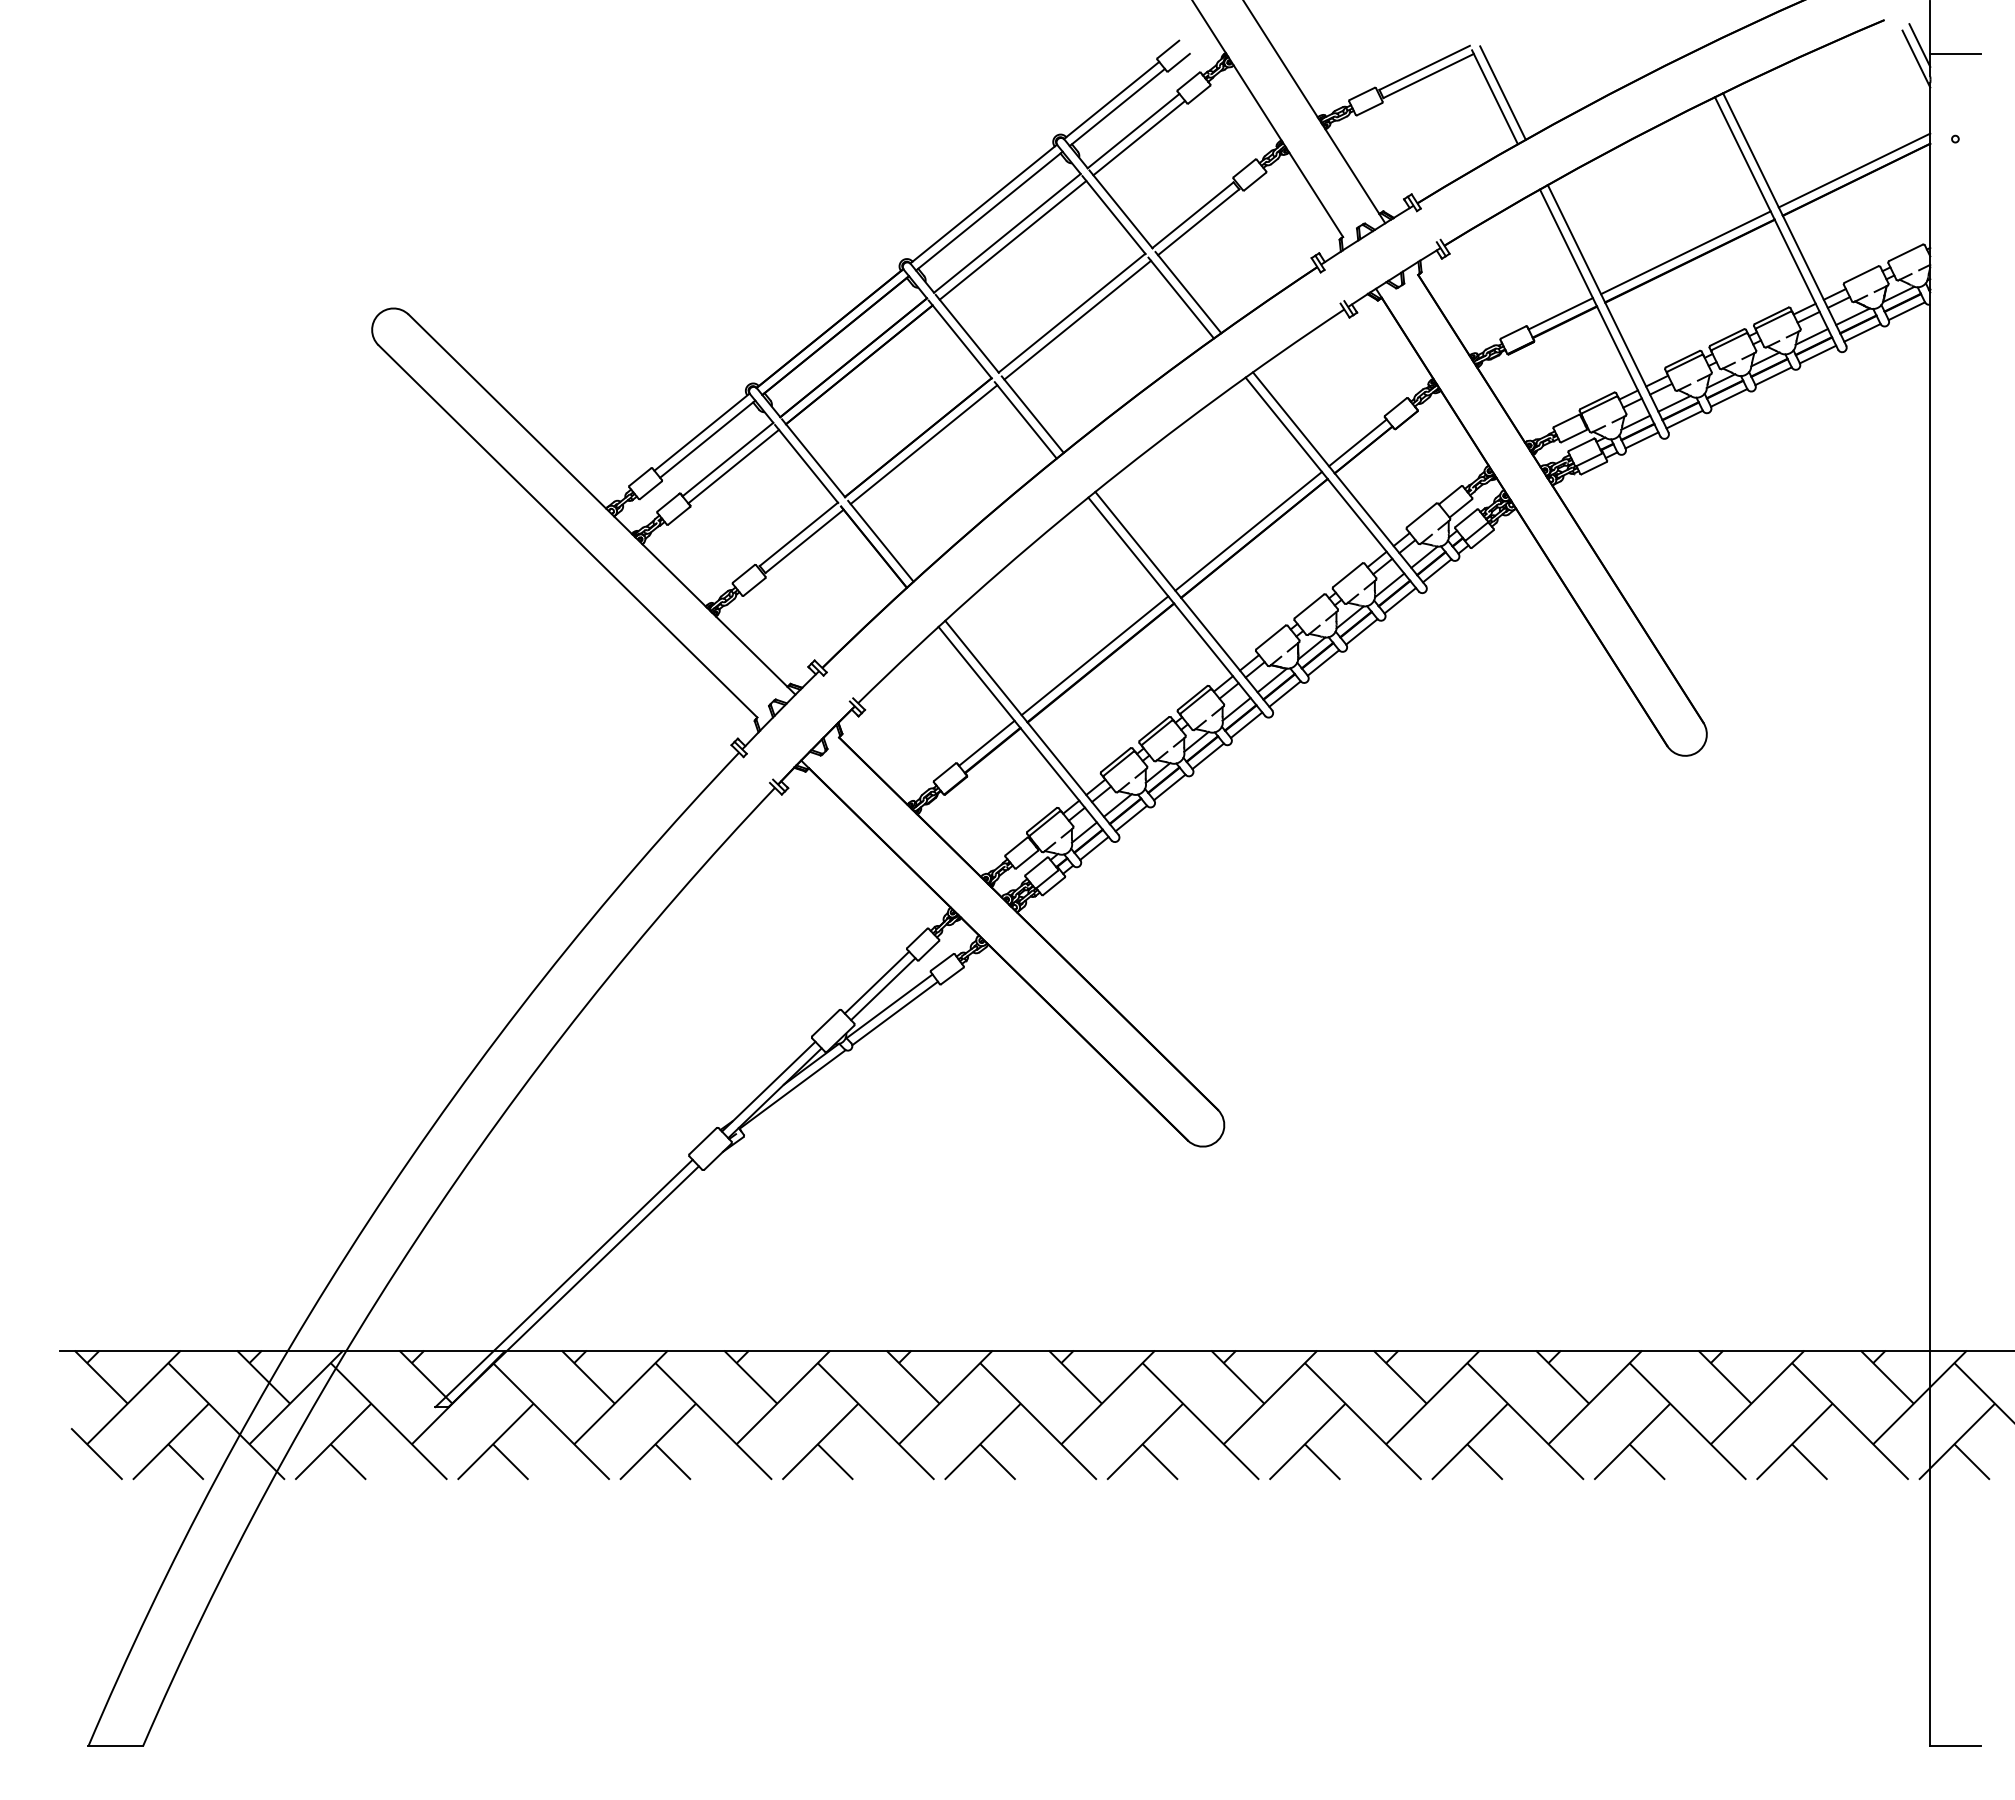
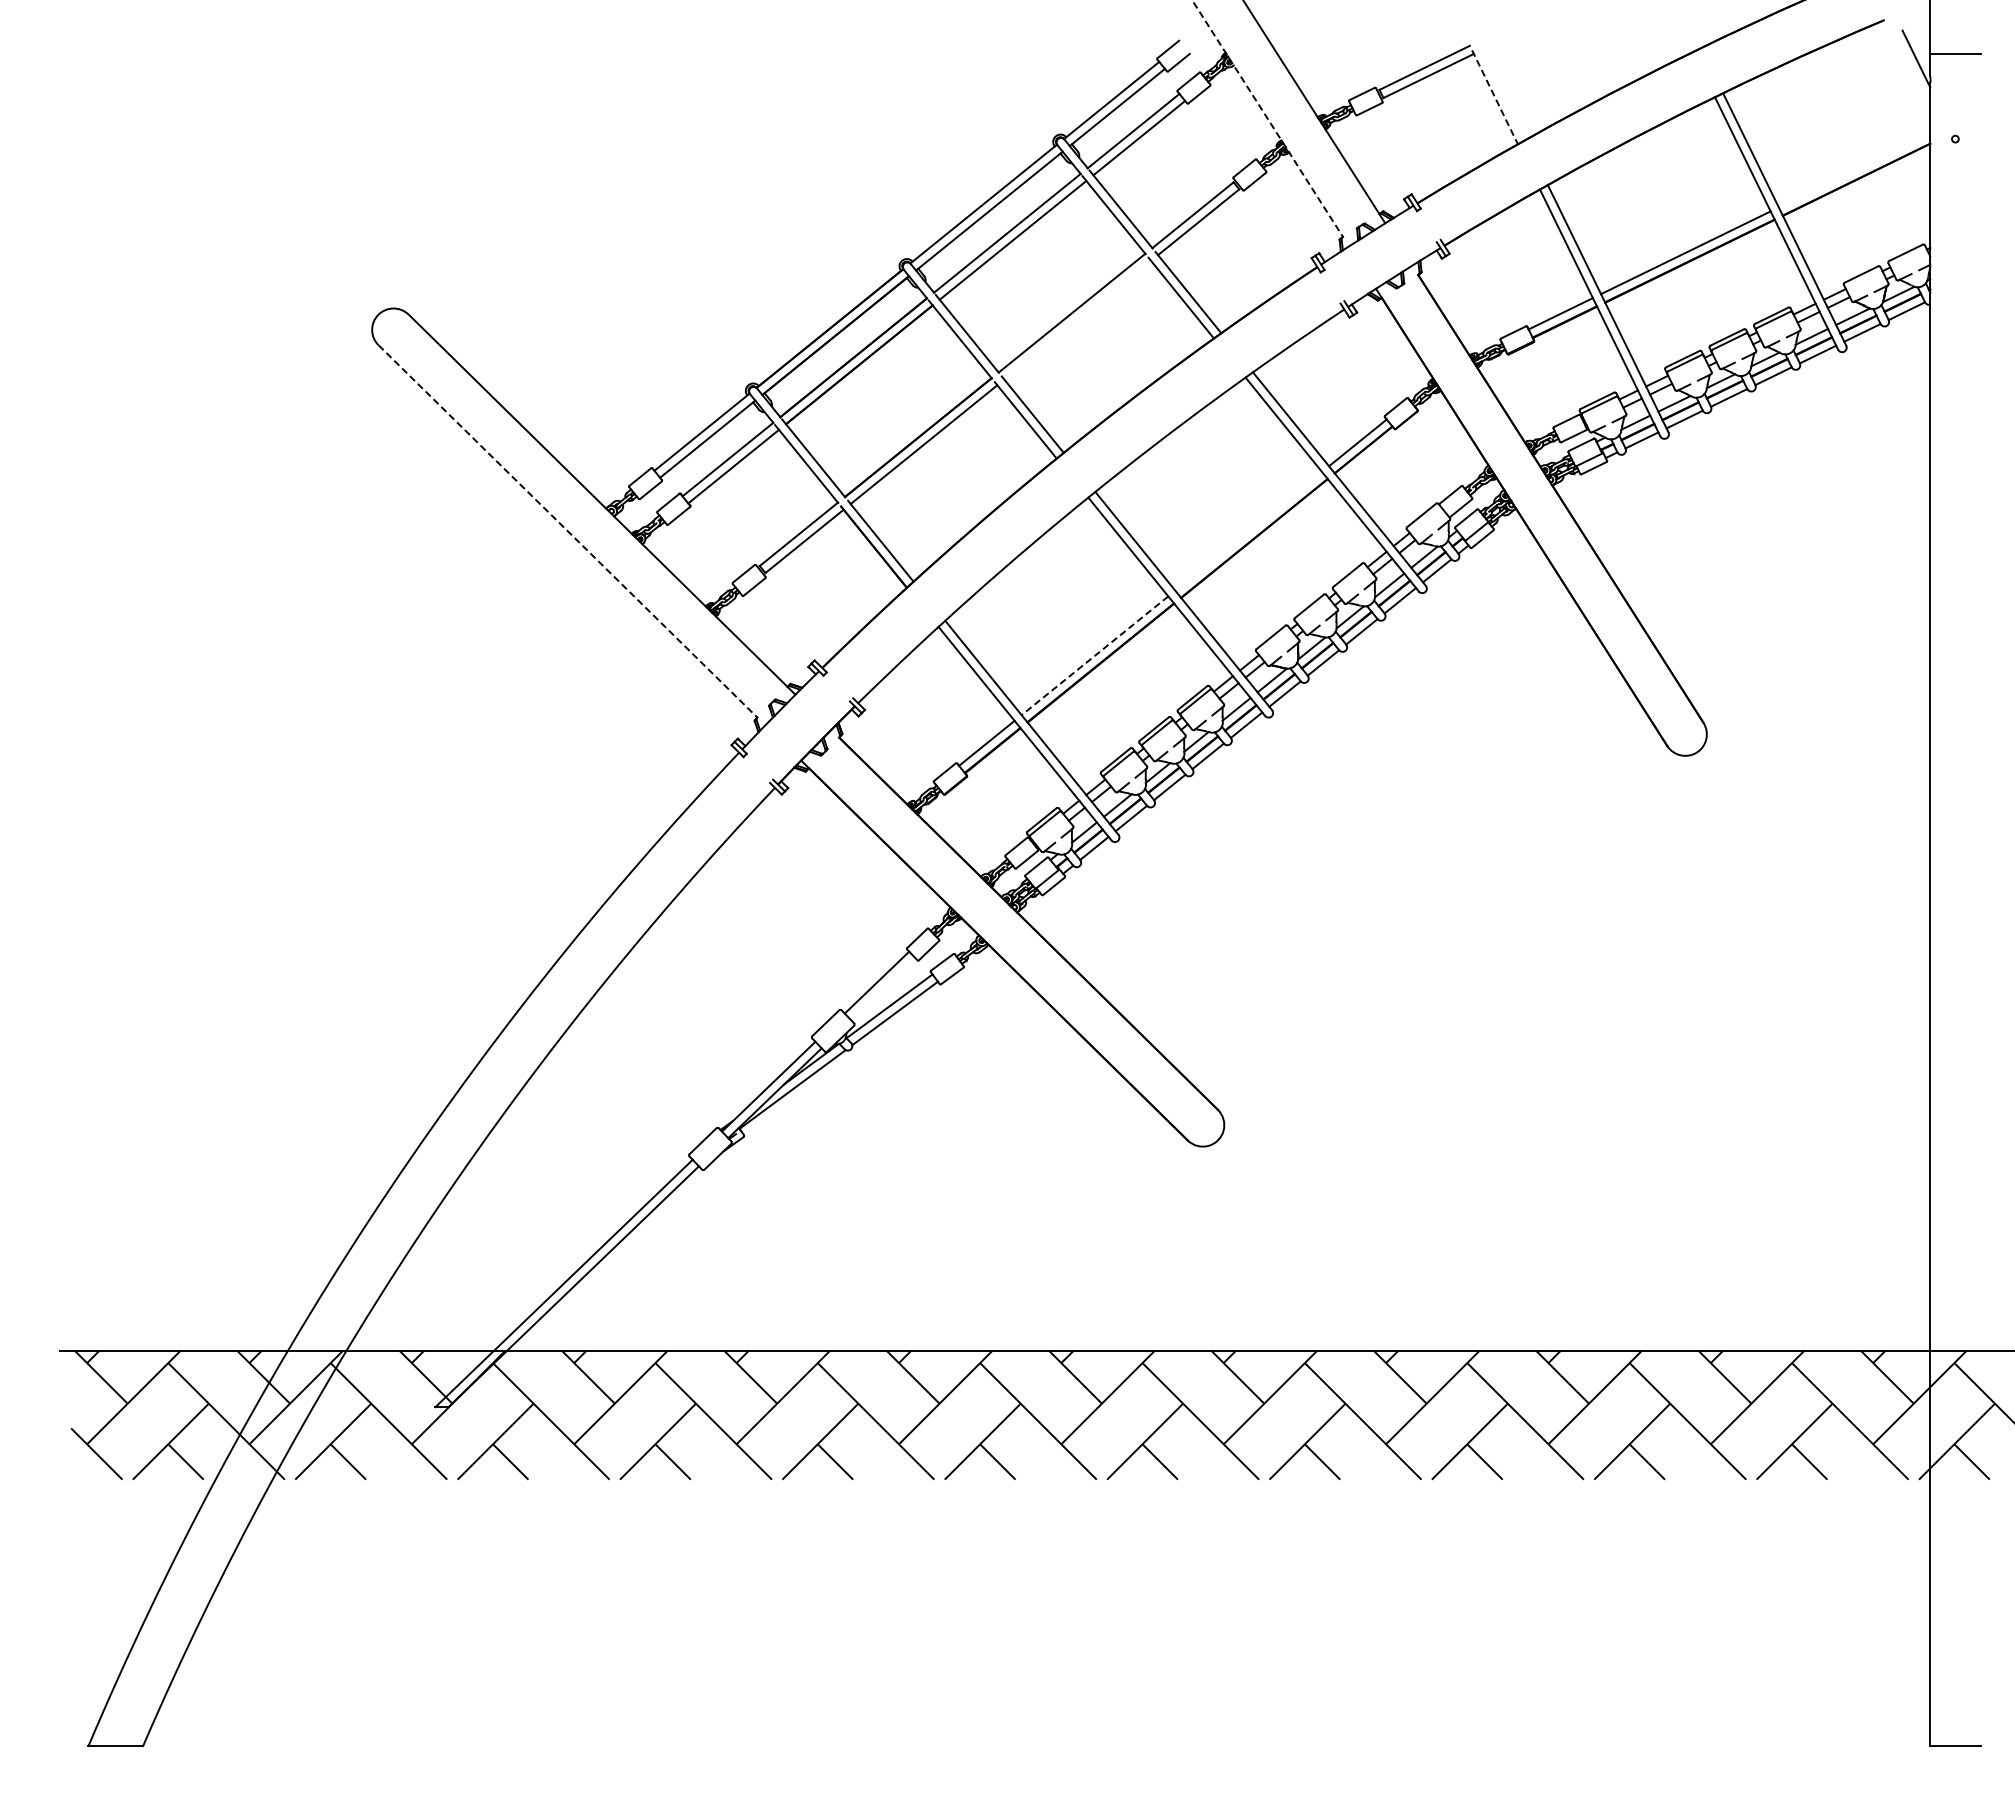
line at (1919, 45): present -> none
line at (1502, 92): present -> none
line at (1495, 97): solid -> dashed
line at (1267, 119): solid -> dashed
line at (1854, 170): present -> none
line at (1077, 319): present -> none
line at (1248, 530): present -> none
line at (567, 531): solid -> dashed
line at (1094, 656): solid -> dashed
line at (883, 989): present -> none
